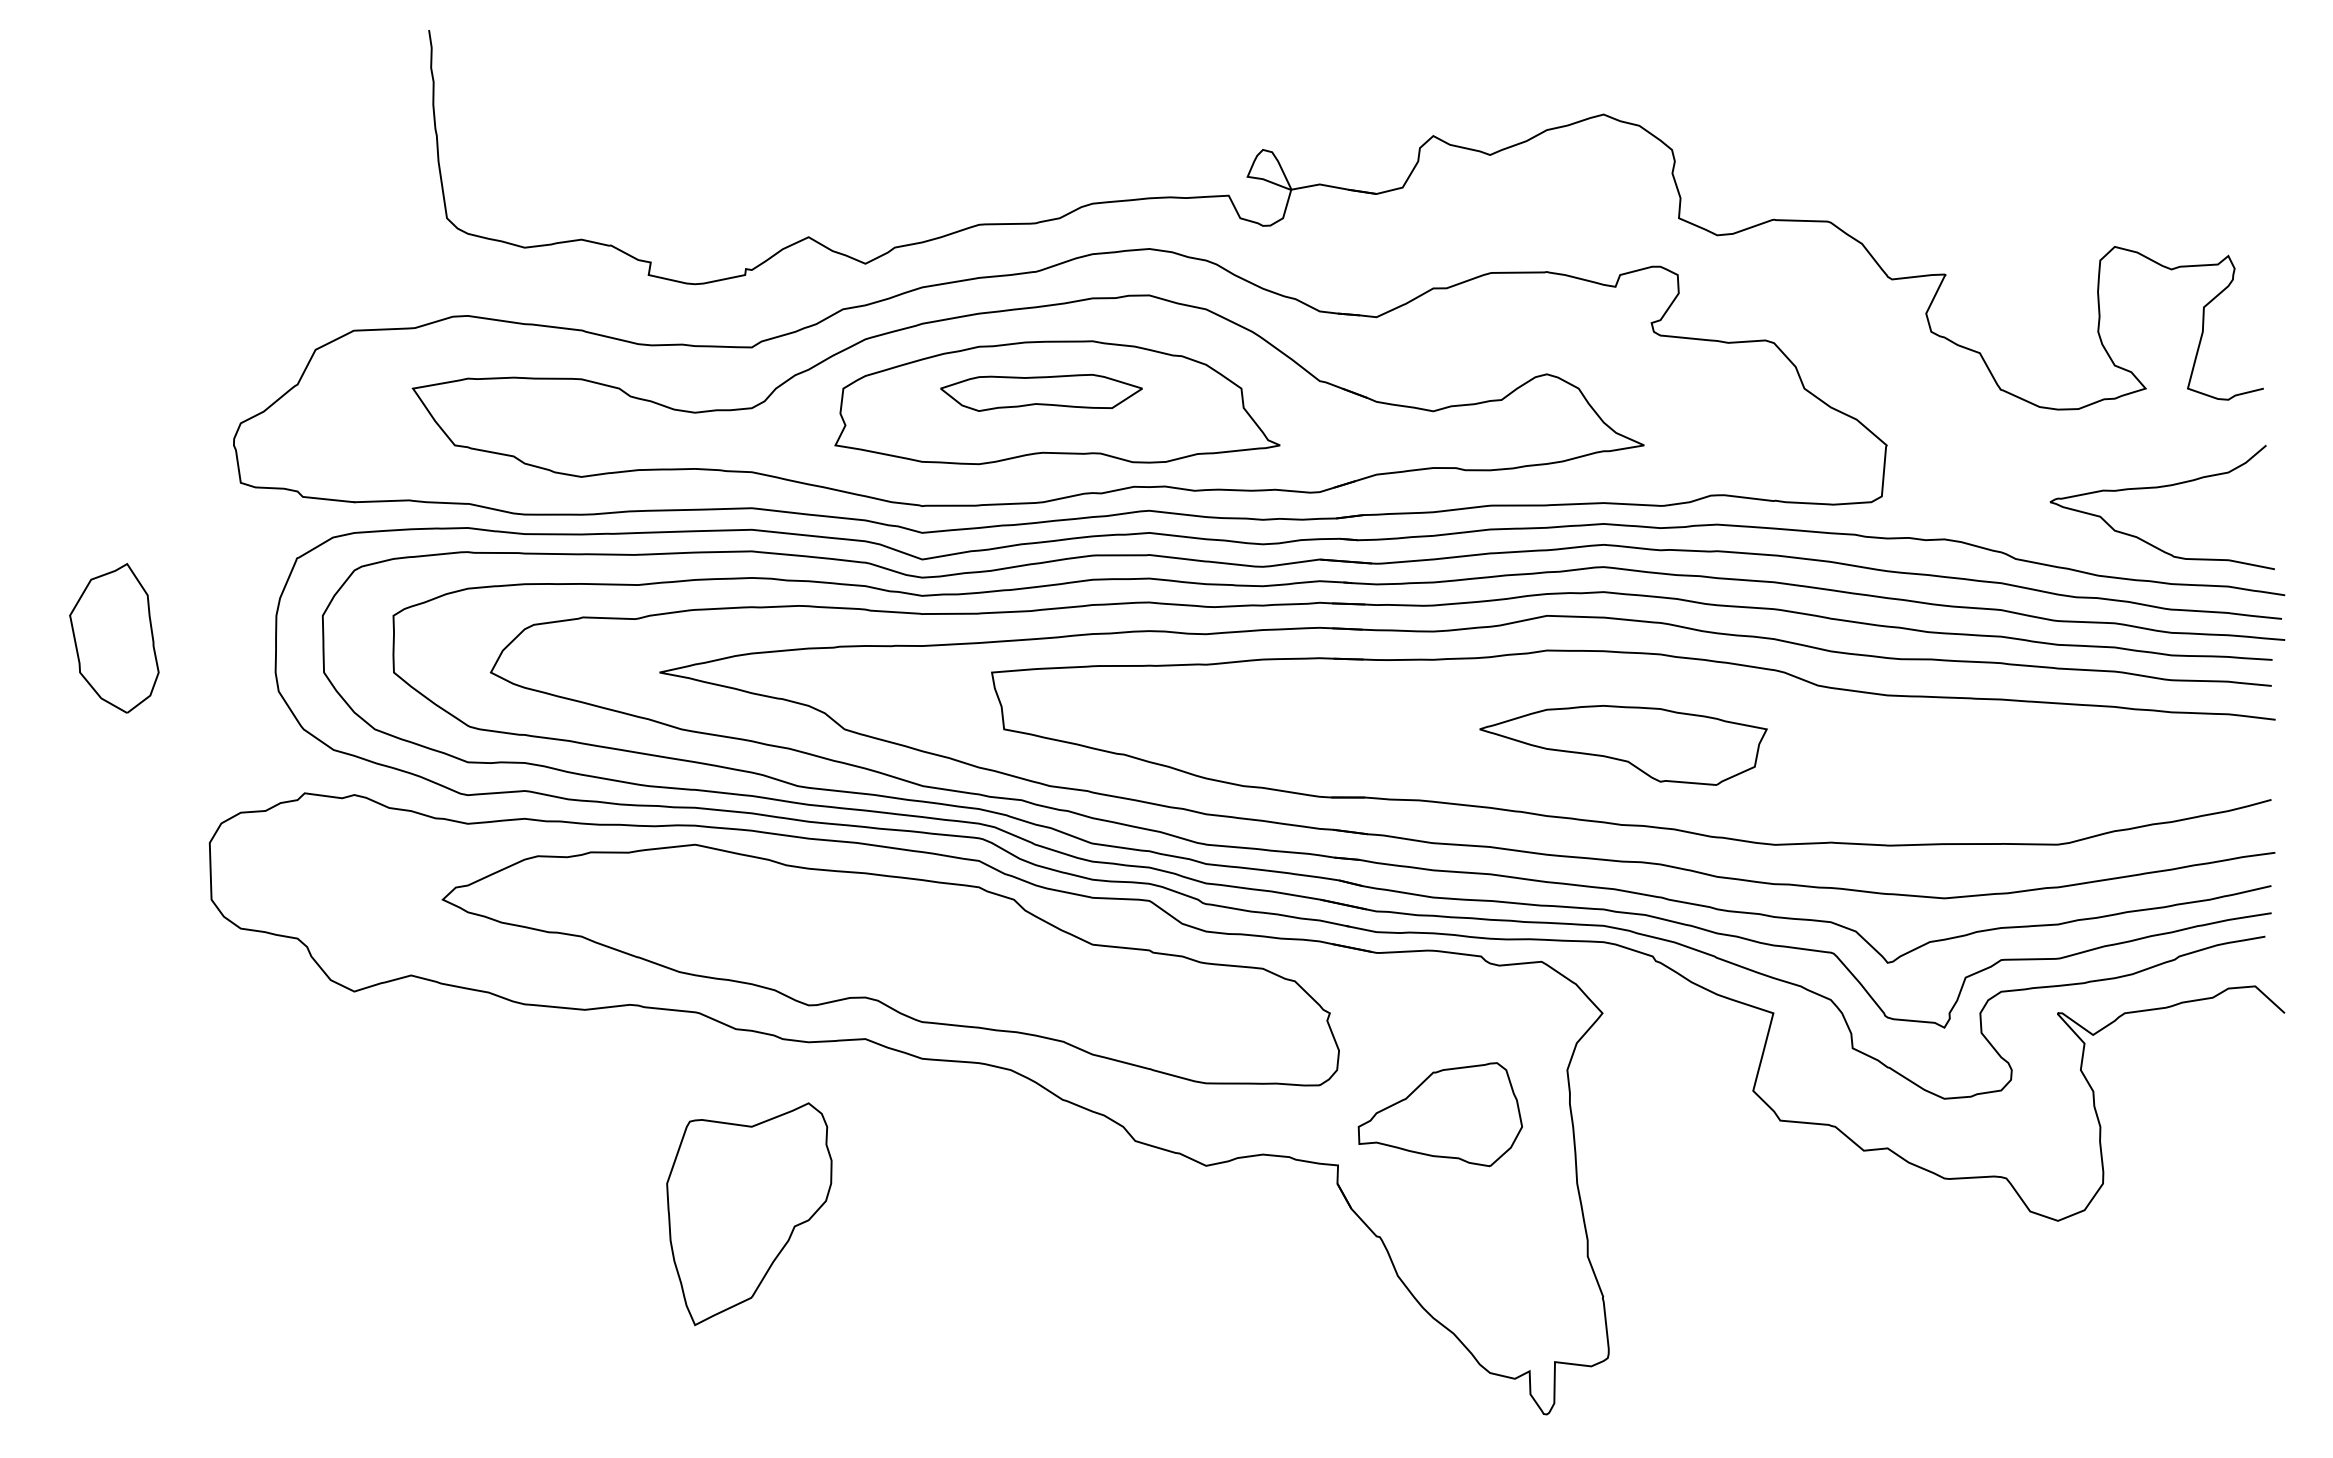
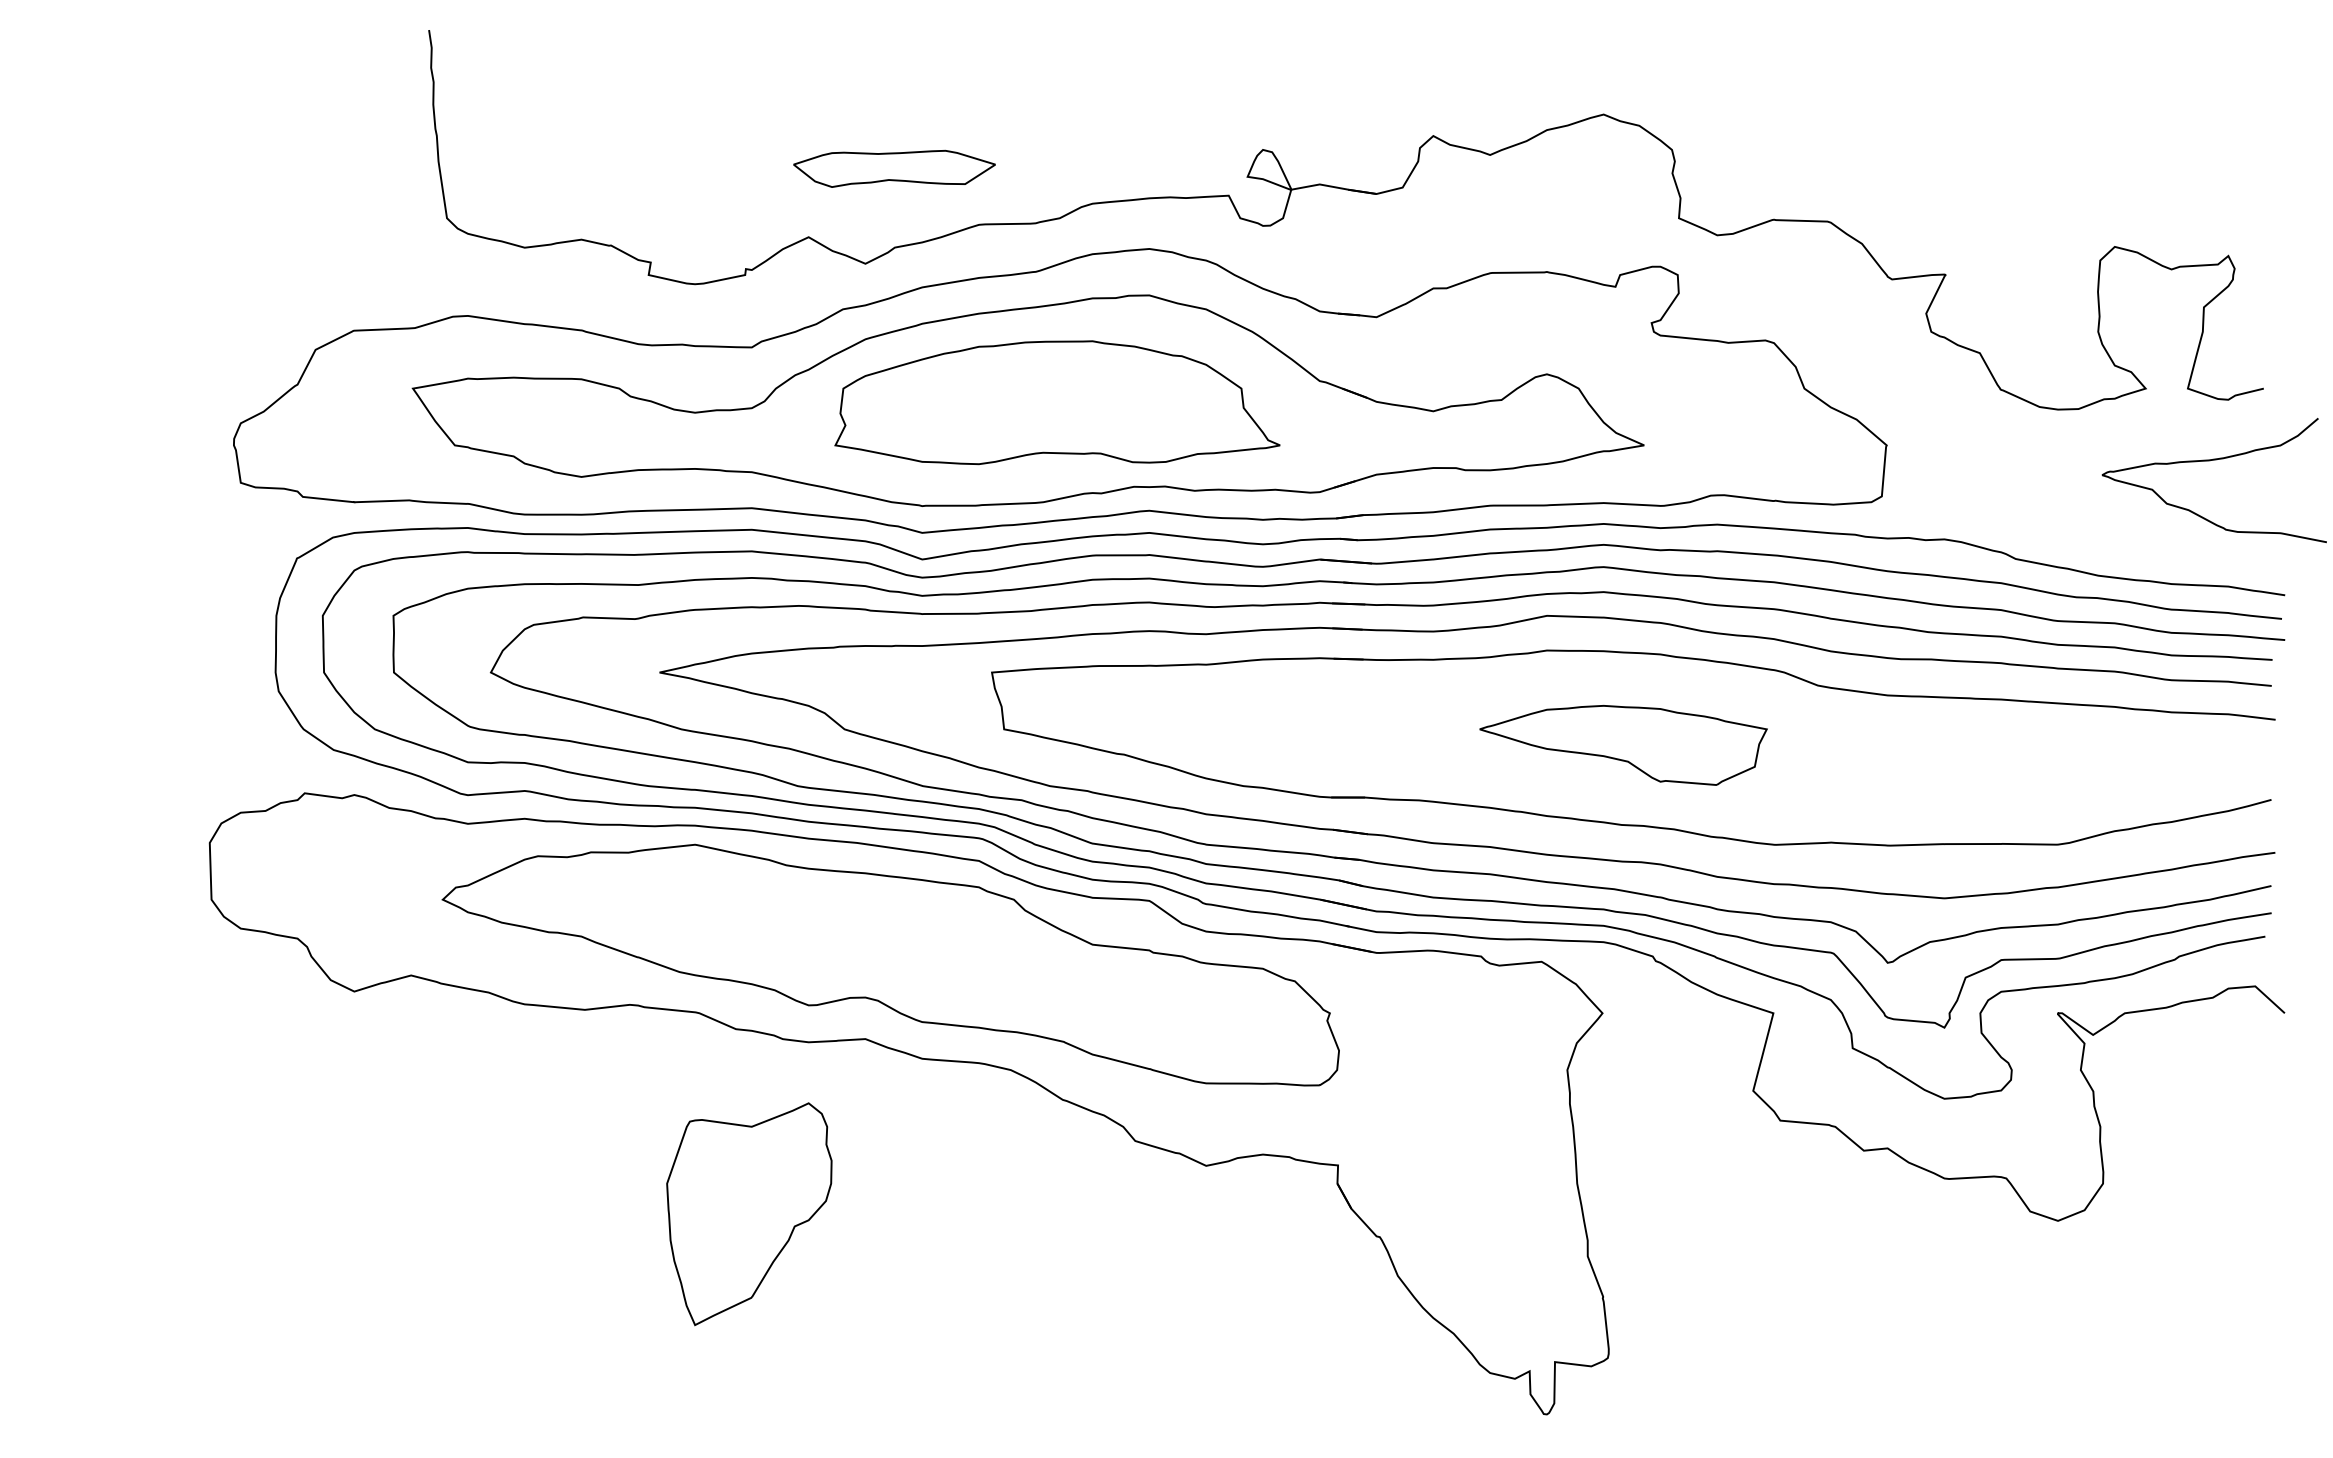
part at (1041, 392) position: (1041, 392) -> (894, 168)
curve at (2158, 488) position: (2158, 488) -> (2210, 461)
part at (114, 638): present -> none
part at (1439, 1114): present -> none
